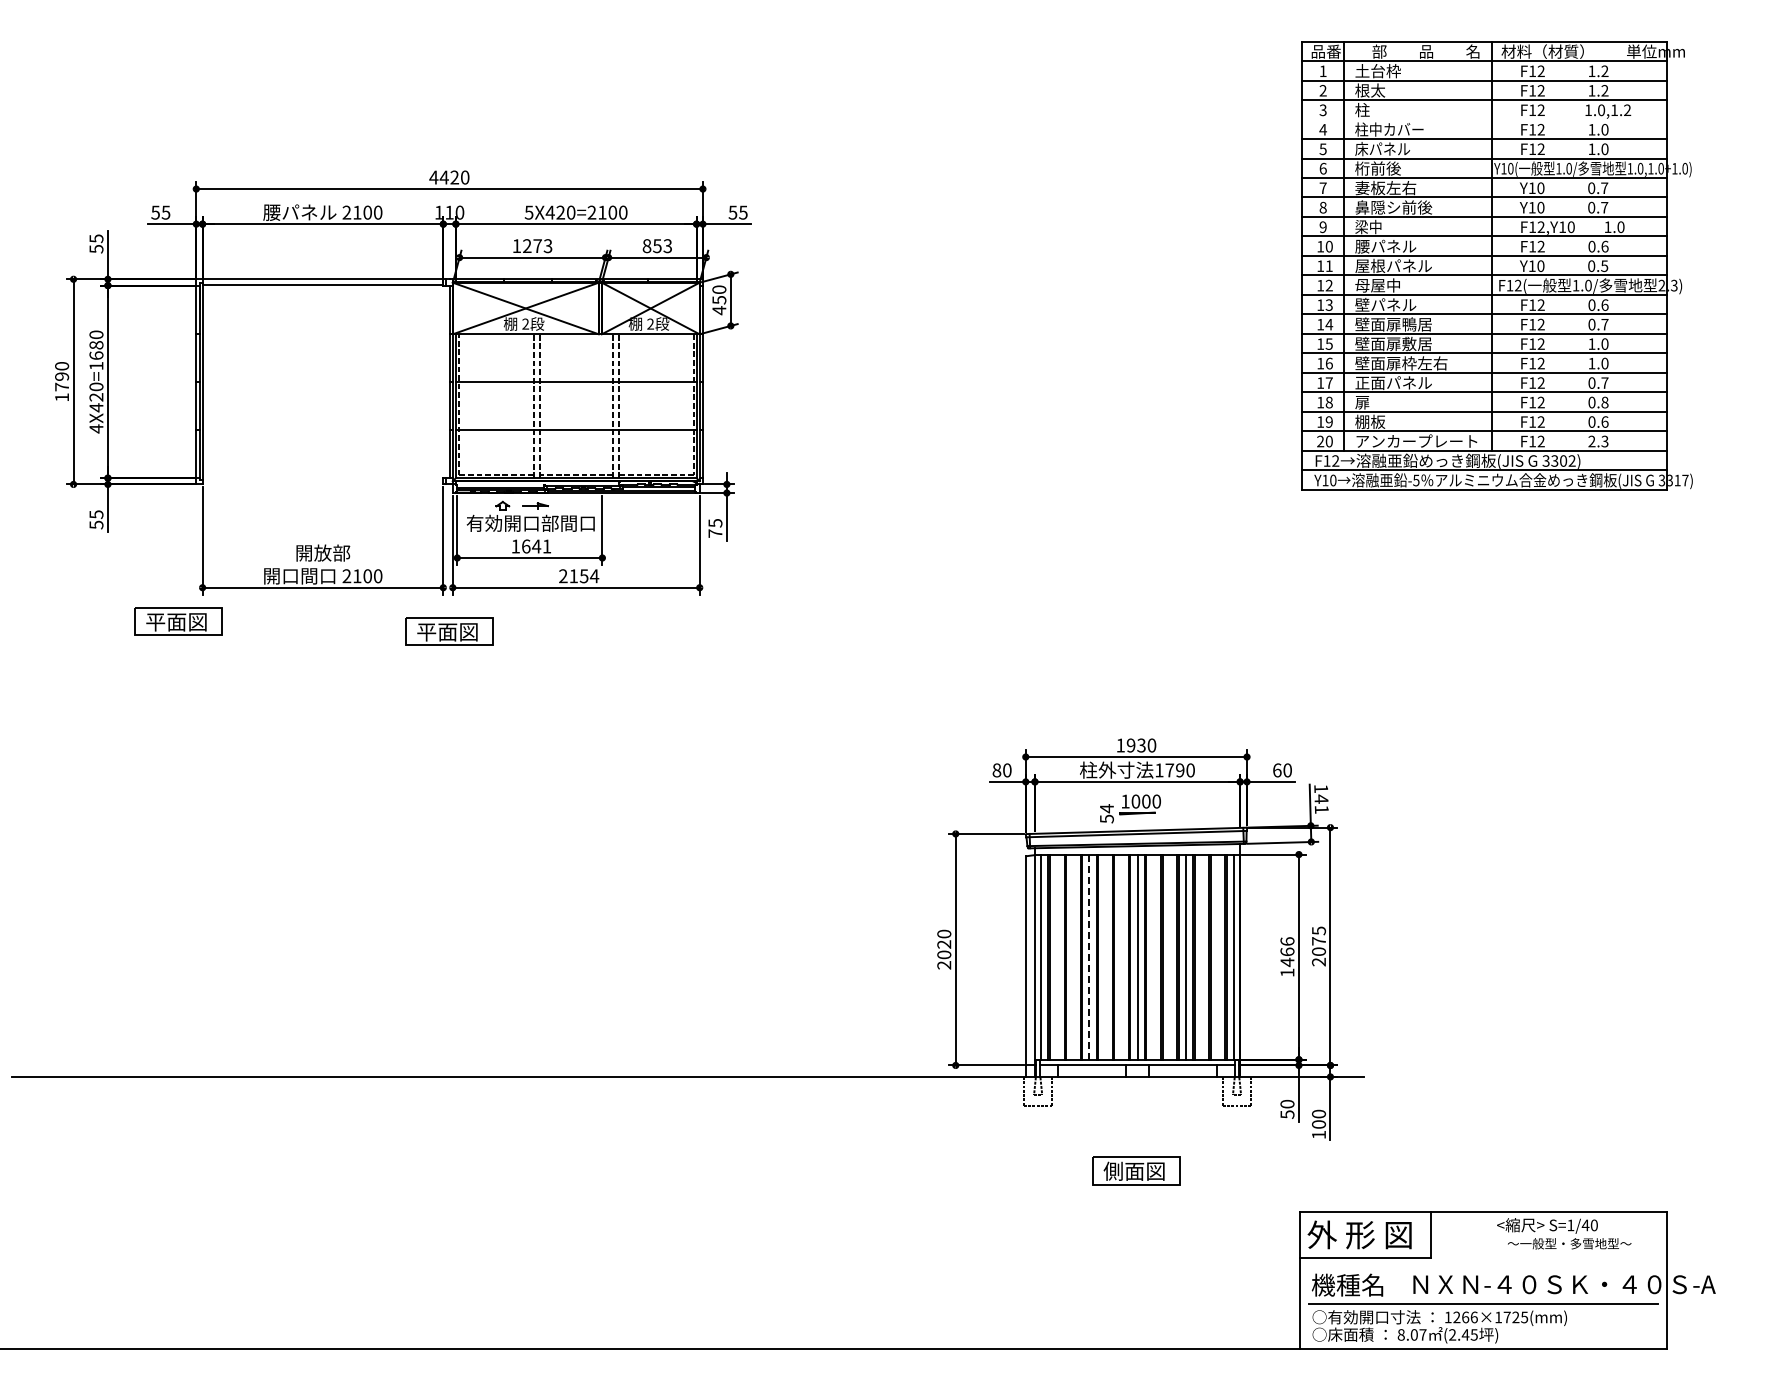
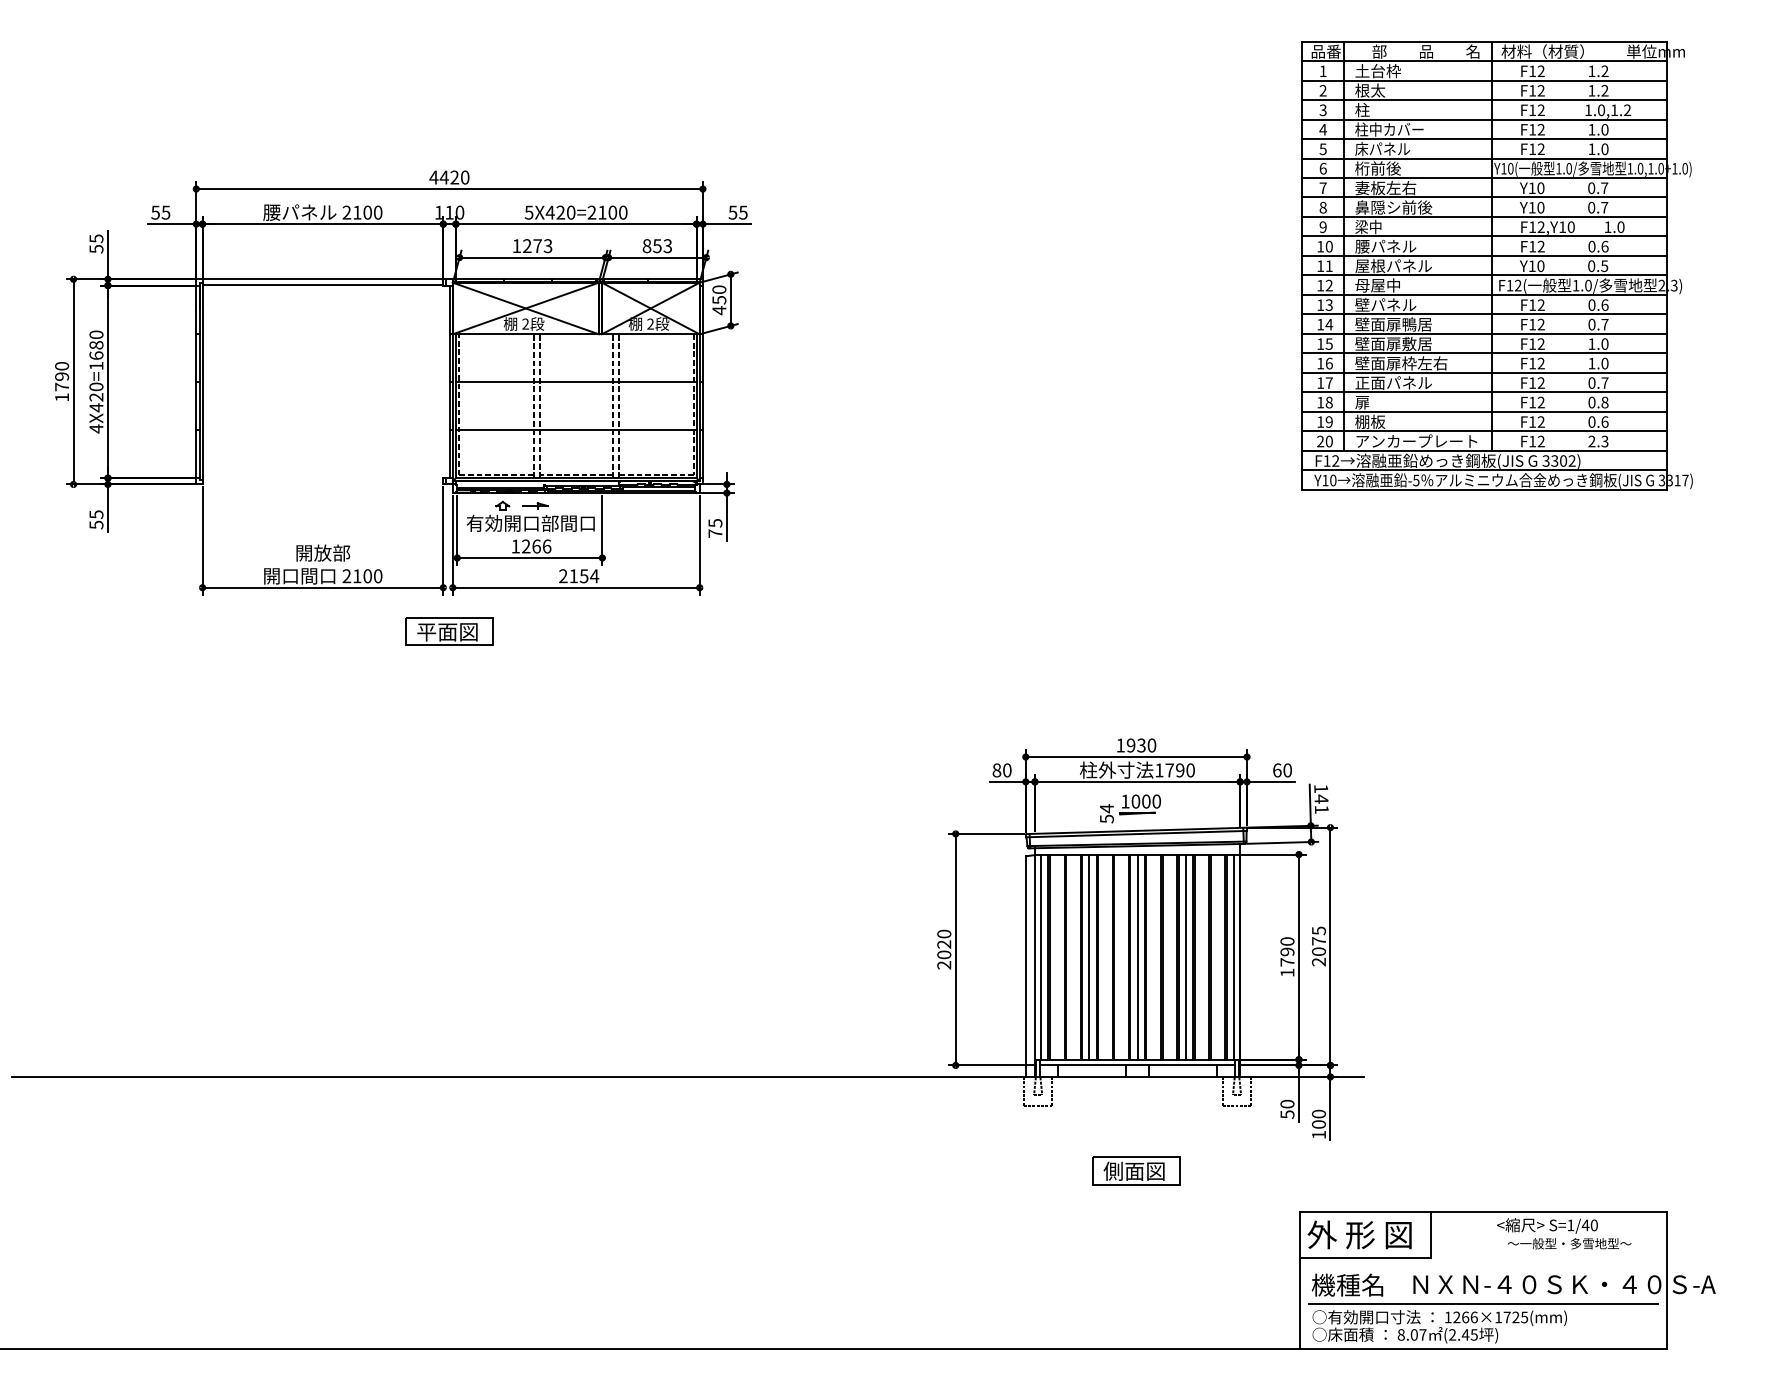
line at (1484, 119): none -> present
text at (536, 546): 1641 -> 1266
part at (178, 621): present -> none
text at (1287, 952): 1466 -> 1790
line at (1089, 957): dashed -> solid
